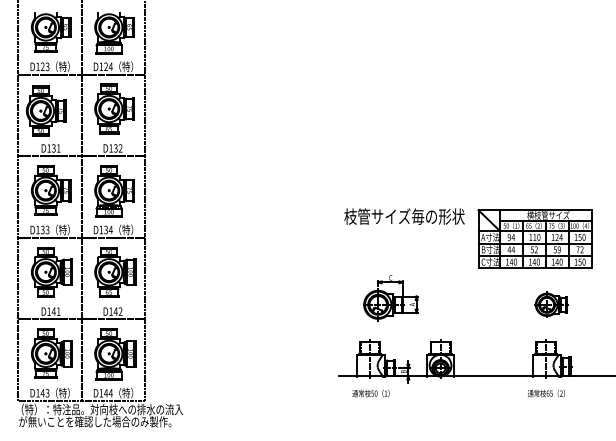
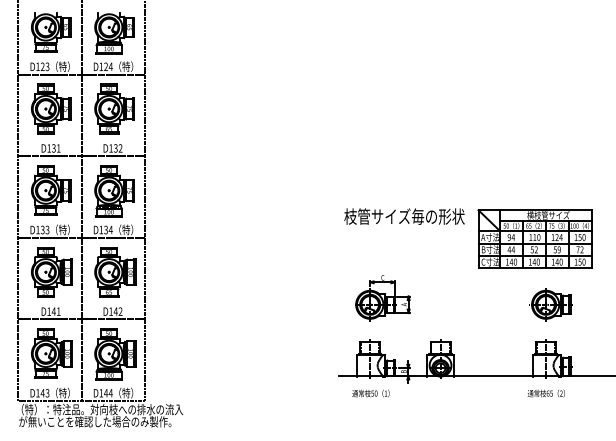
part at (46, 110) position: (46, 110) -> (51, 108)
part at (390, 298) position: (390, 298) -> (382, 298)
part at (551, 304) size: 35x27 px -> 44x34 px
